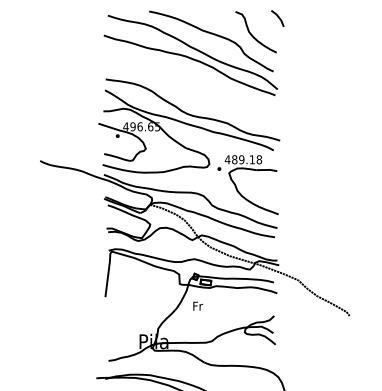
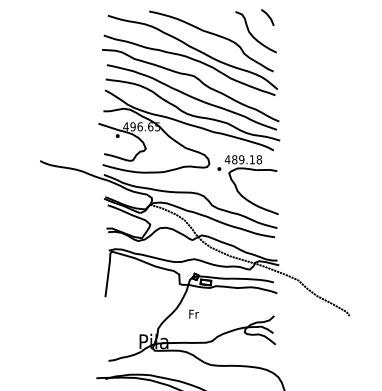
line at (277, 17) position: (277, 17) -> (267, 16)
part at (190, 89): none -> present
text at (198, 305) position: (198, 305) -> (194, 313)
